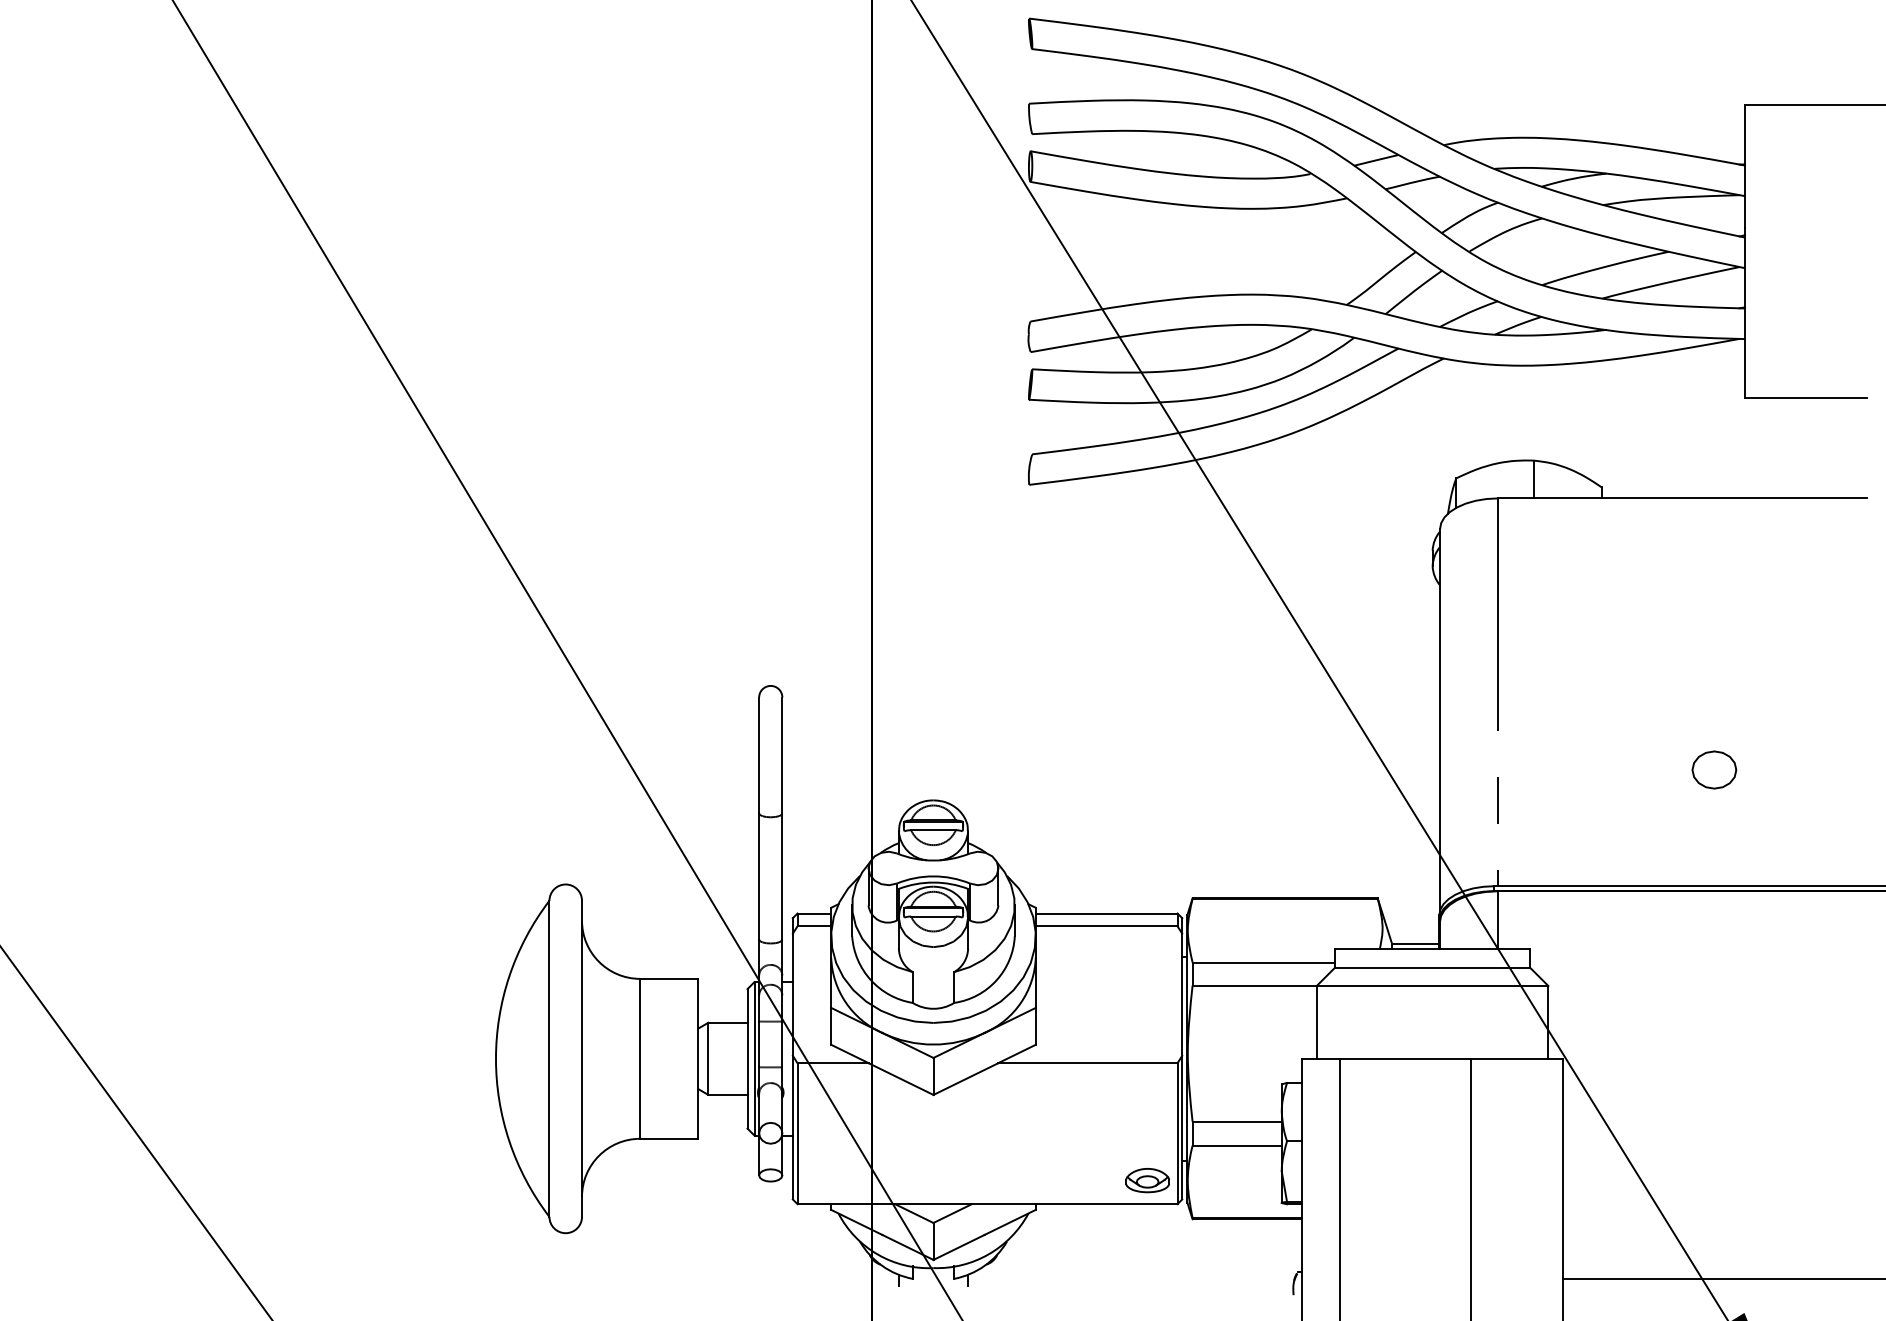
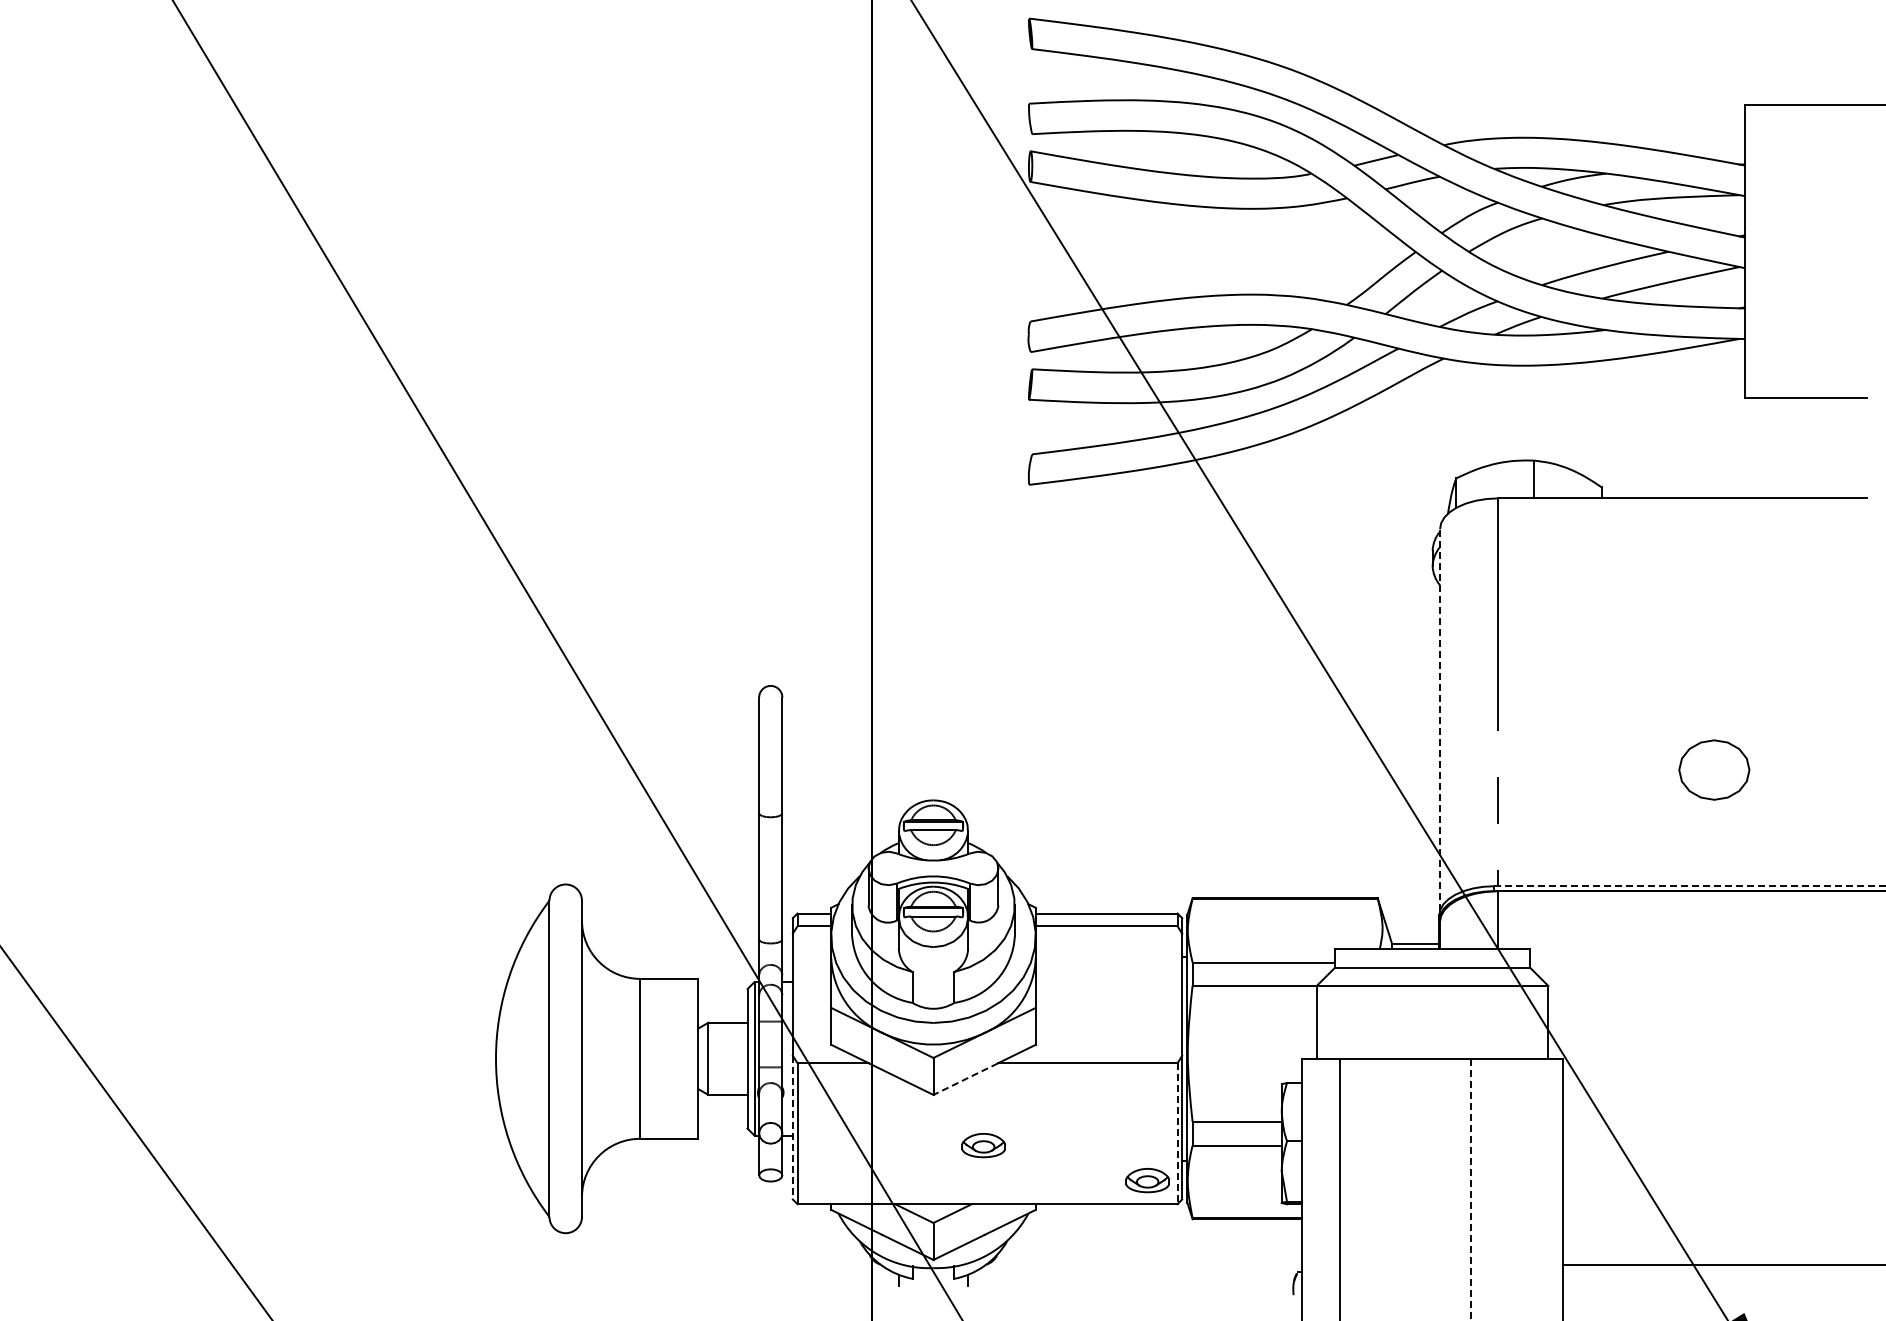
line at (1440, 719): solid -> dashed
part at (1714, 769) size: 47x40 px -> 73x62 px
line at (1690, 886): solid -> dashed
line at (965, 1079): solid -> dashed
line at (792, 1127): solid -> dashed
line at (1177, 1134): solid -> dashed
part at (983, 1145): none -> present
line at (1470, 1189): solid -> dashed
line at (1722, 1279) position: (1722, 1279) -> (1722, 1265)
